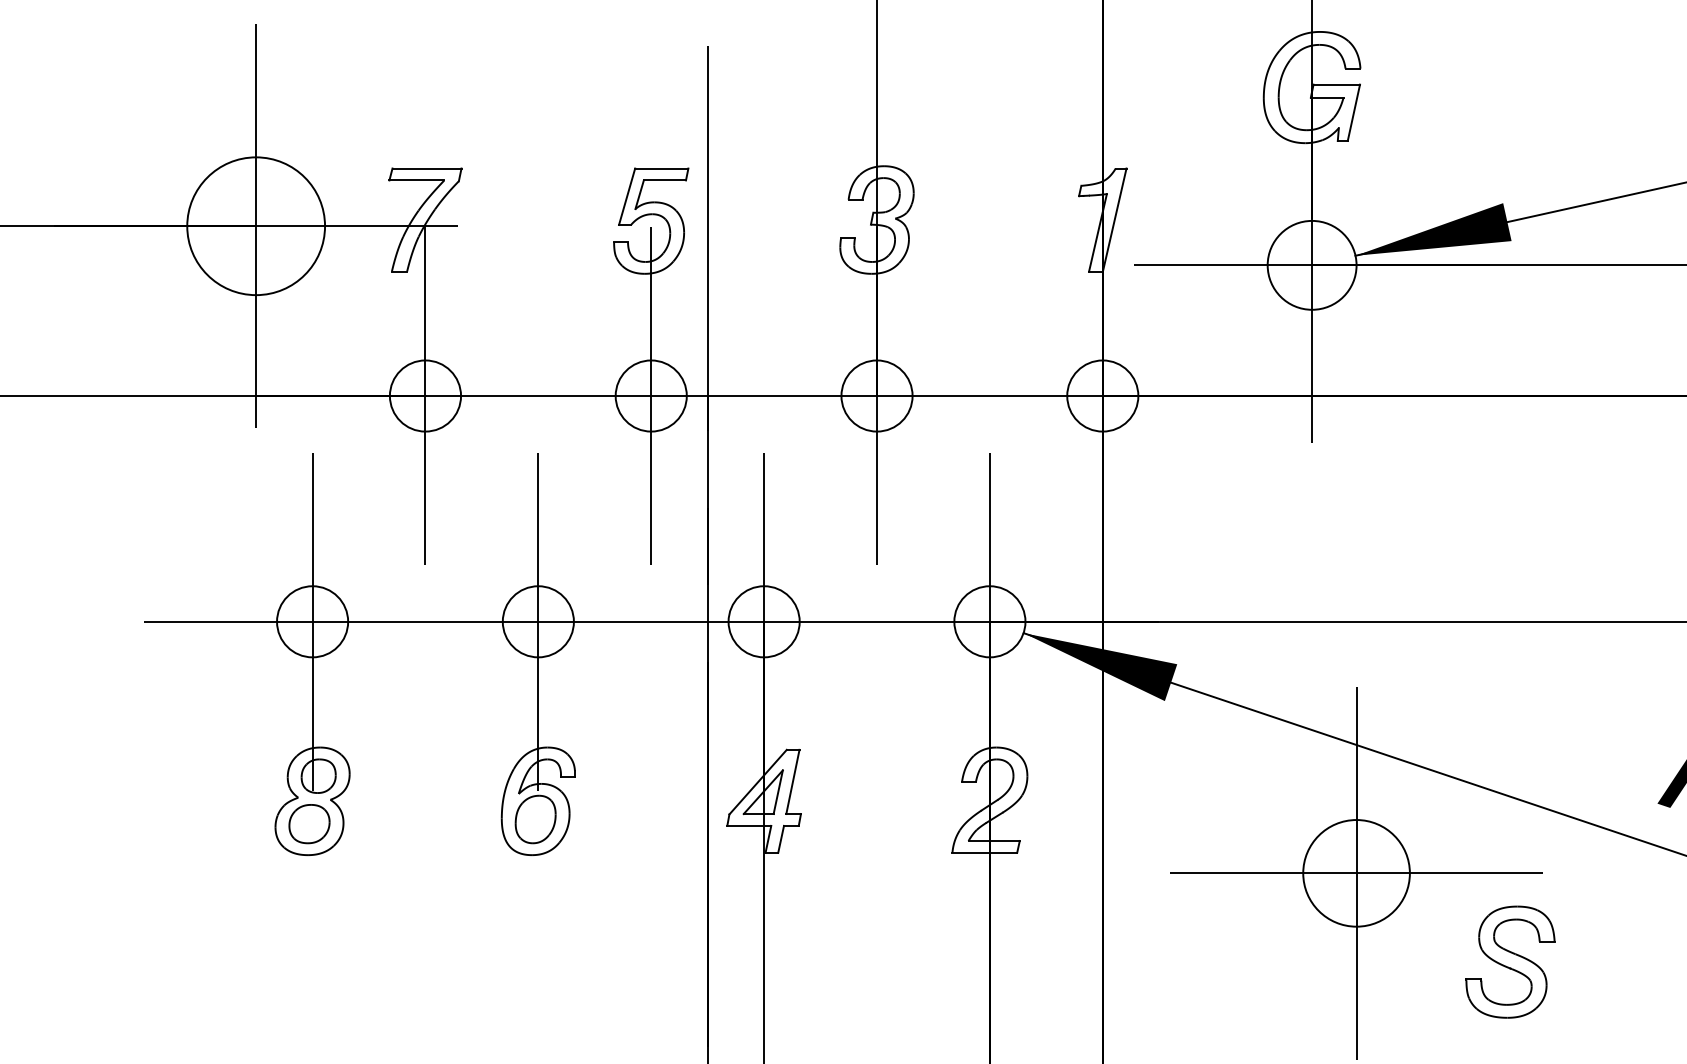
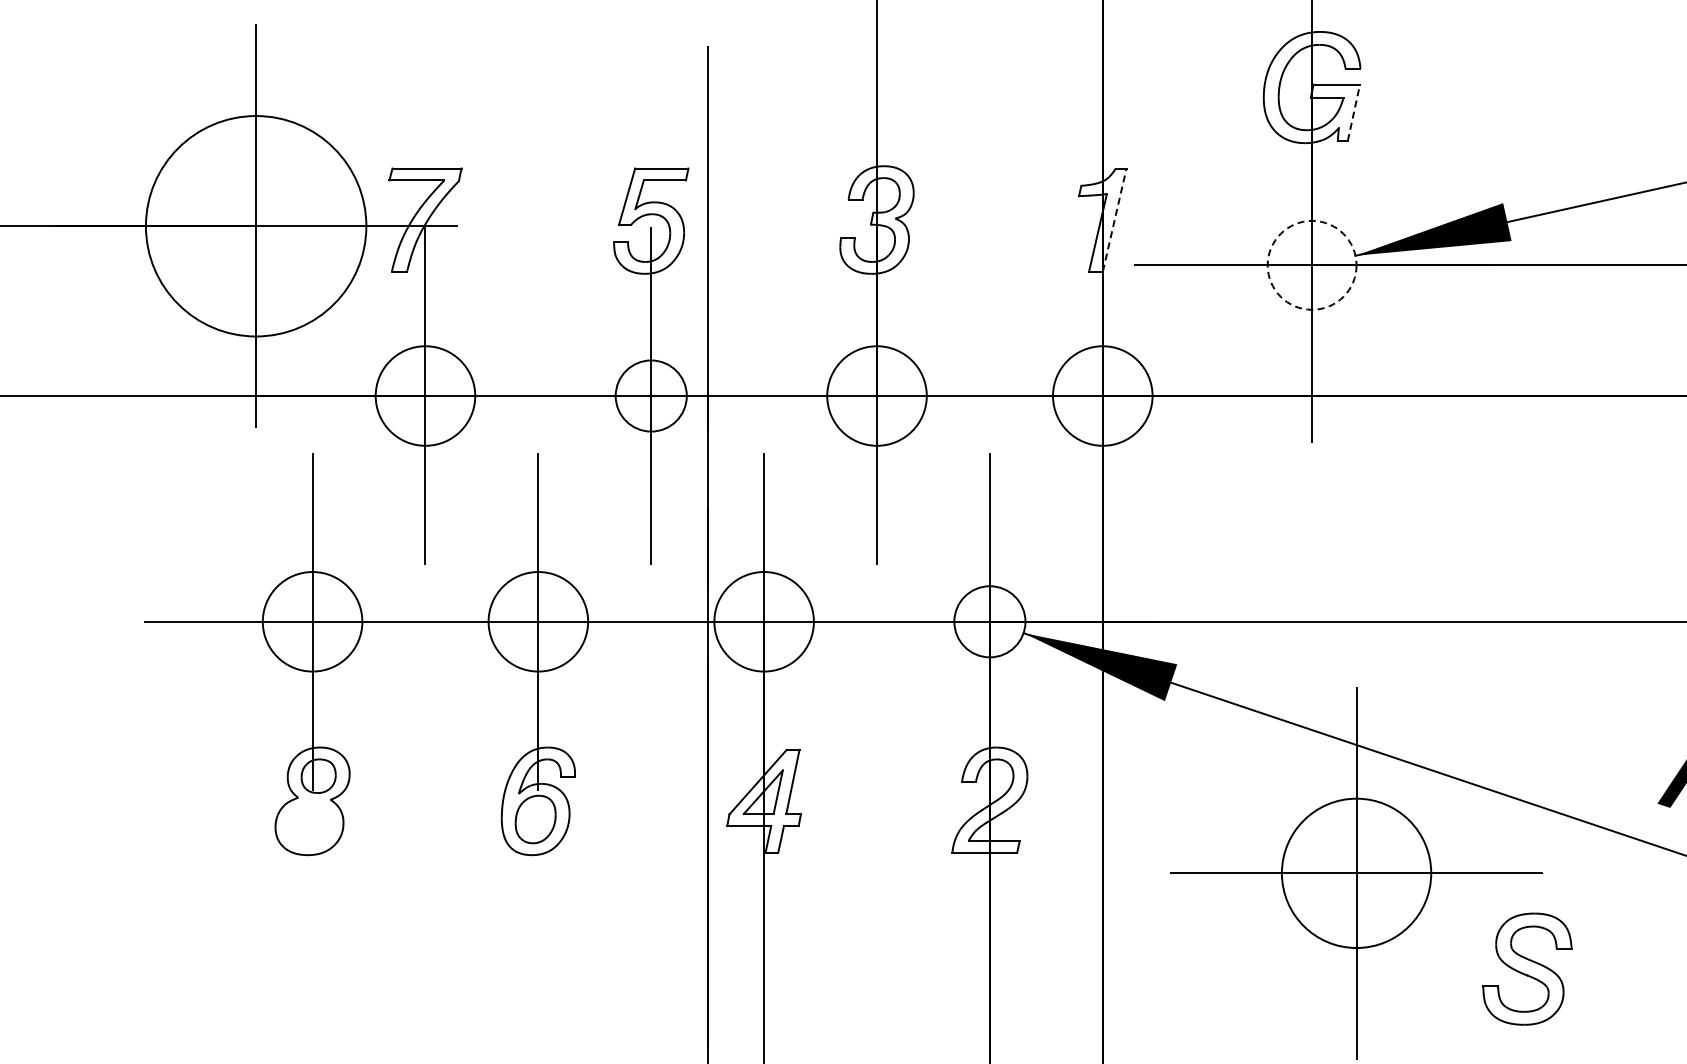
line at (1353, 112): solid -> dashed
line at (1114, 220): solid -> dashed
circle at (256, 226) diameter: 138 px -> 220 px
circle at (1311, 264): solid -> dashed
circle at (425, 395) diameter: 71 px -> 100 px
circle at (876, 395) diameter: 71 px -> 100 px
circle at (1102, 395) diameter: 71 px -> 100 px
circle at (312, 621) diameter: 71 px -> 100 px
circle at (537, 621) diameter: 71 px -> 100 px
circle at (763, 621) diameter: 71 px -> 100 px
part at (309, 824): present -> none
circle at (1356, 873) diameter: 107 px -> 149 px
part at (1510, 961) position: (1510, 961) -> (1527, 968)
